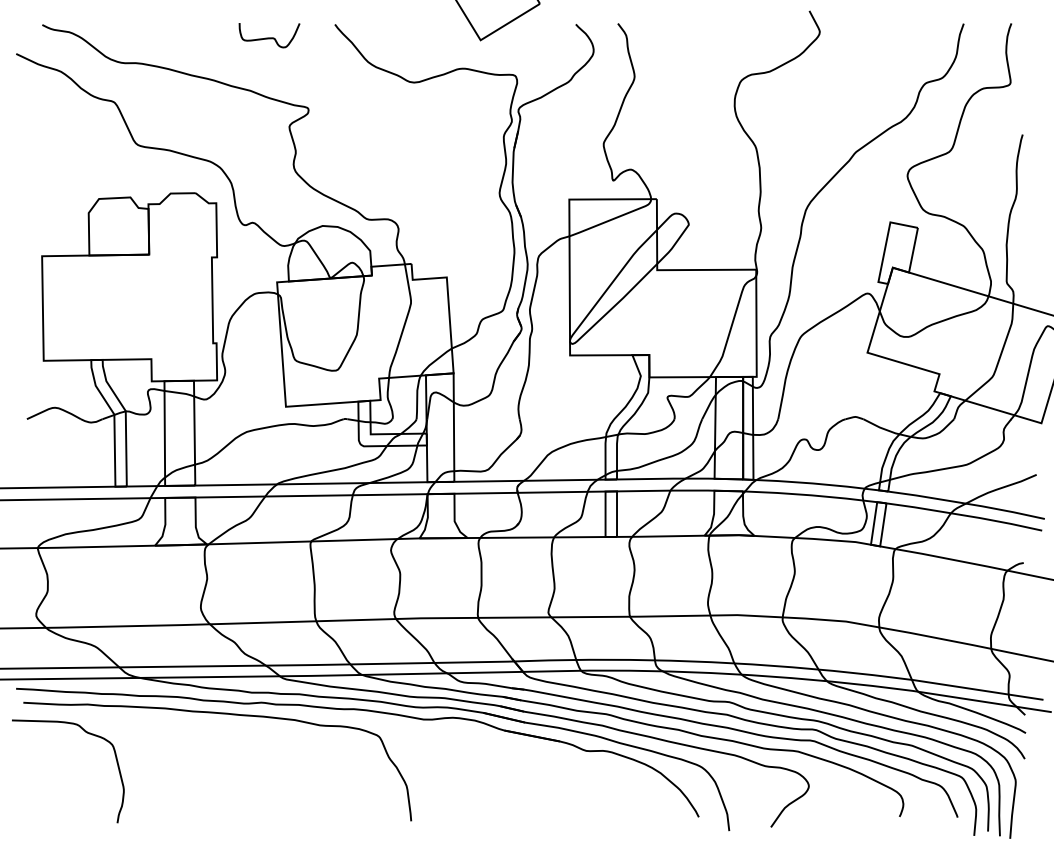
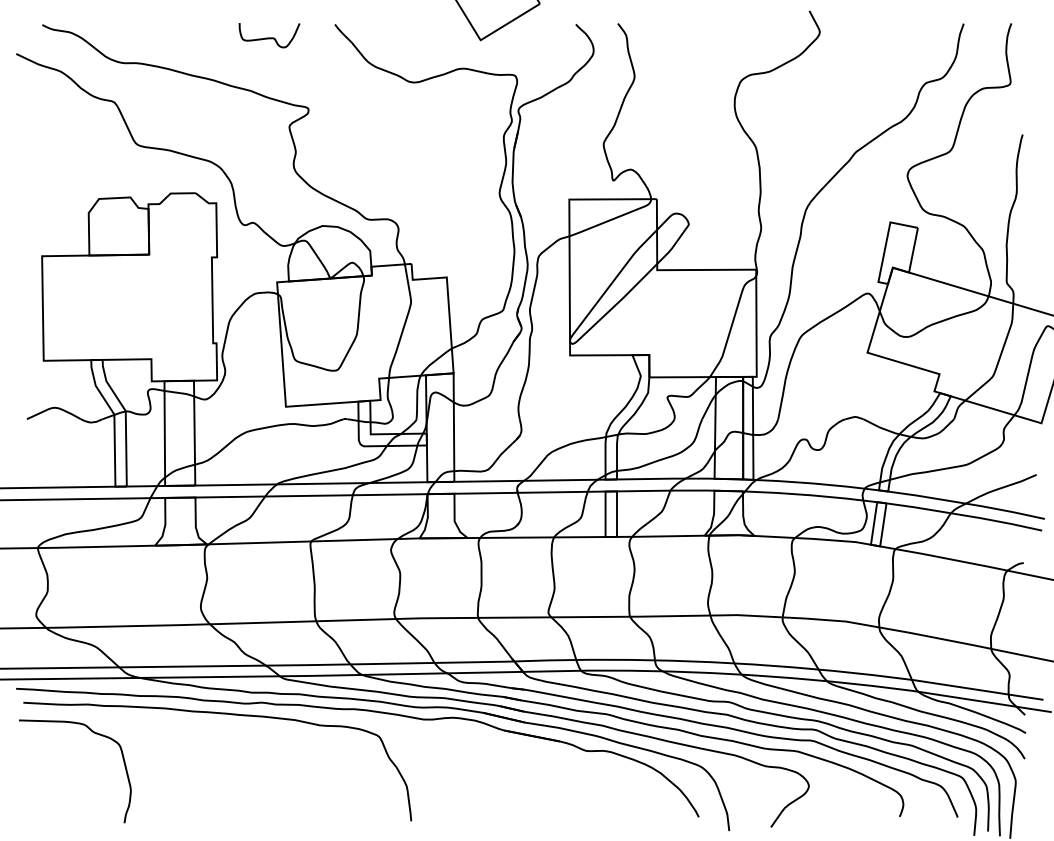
curve at (86, 733) position: (86, 733) -> (93, 733)
